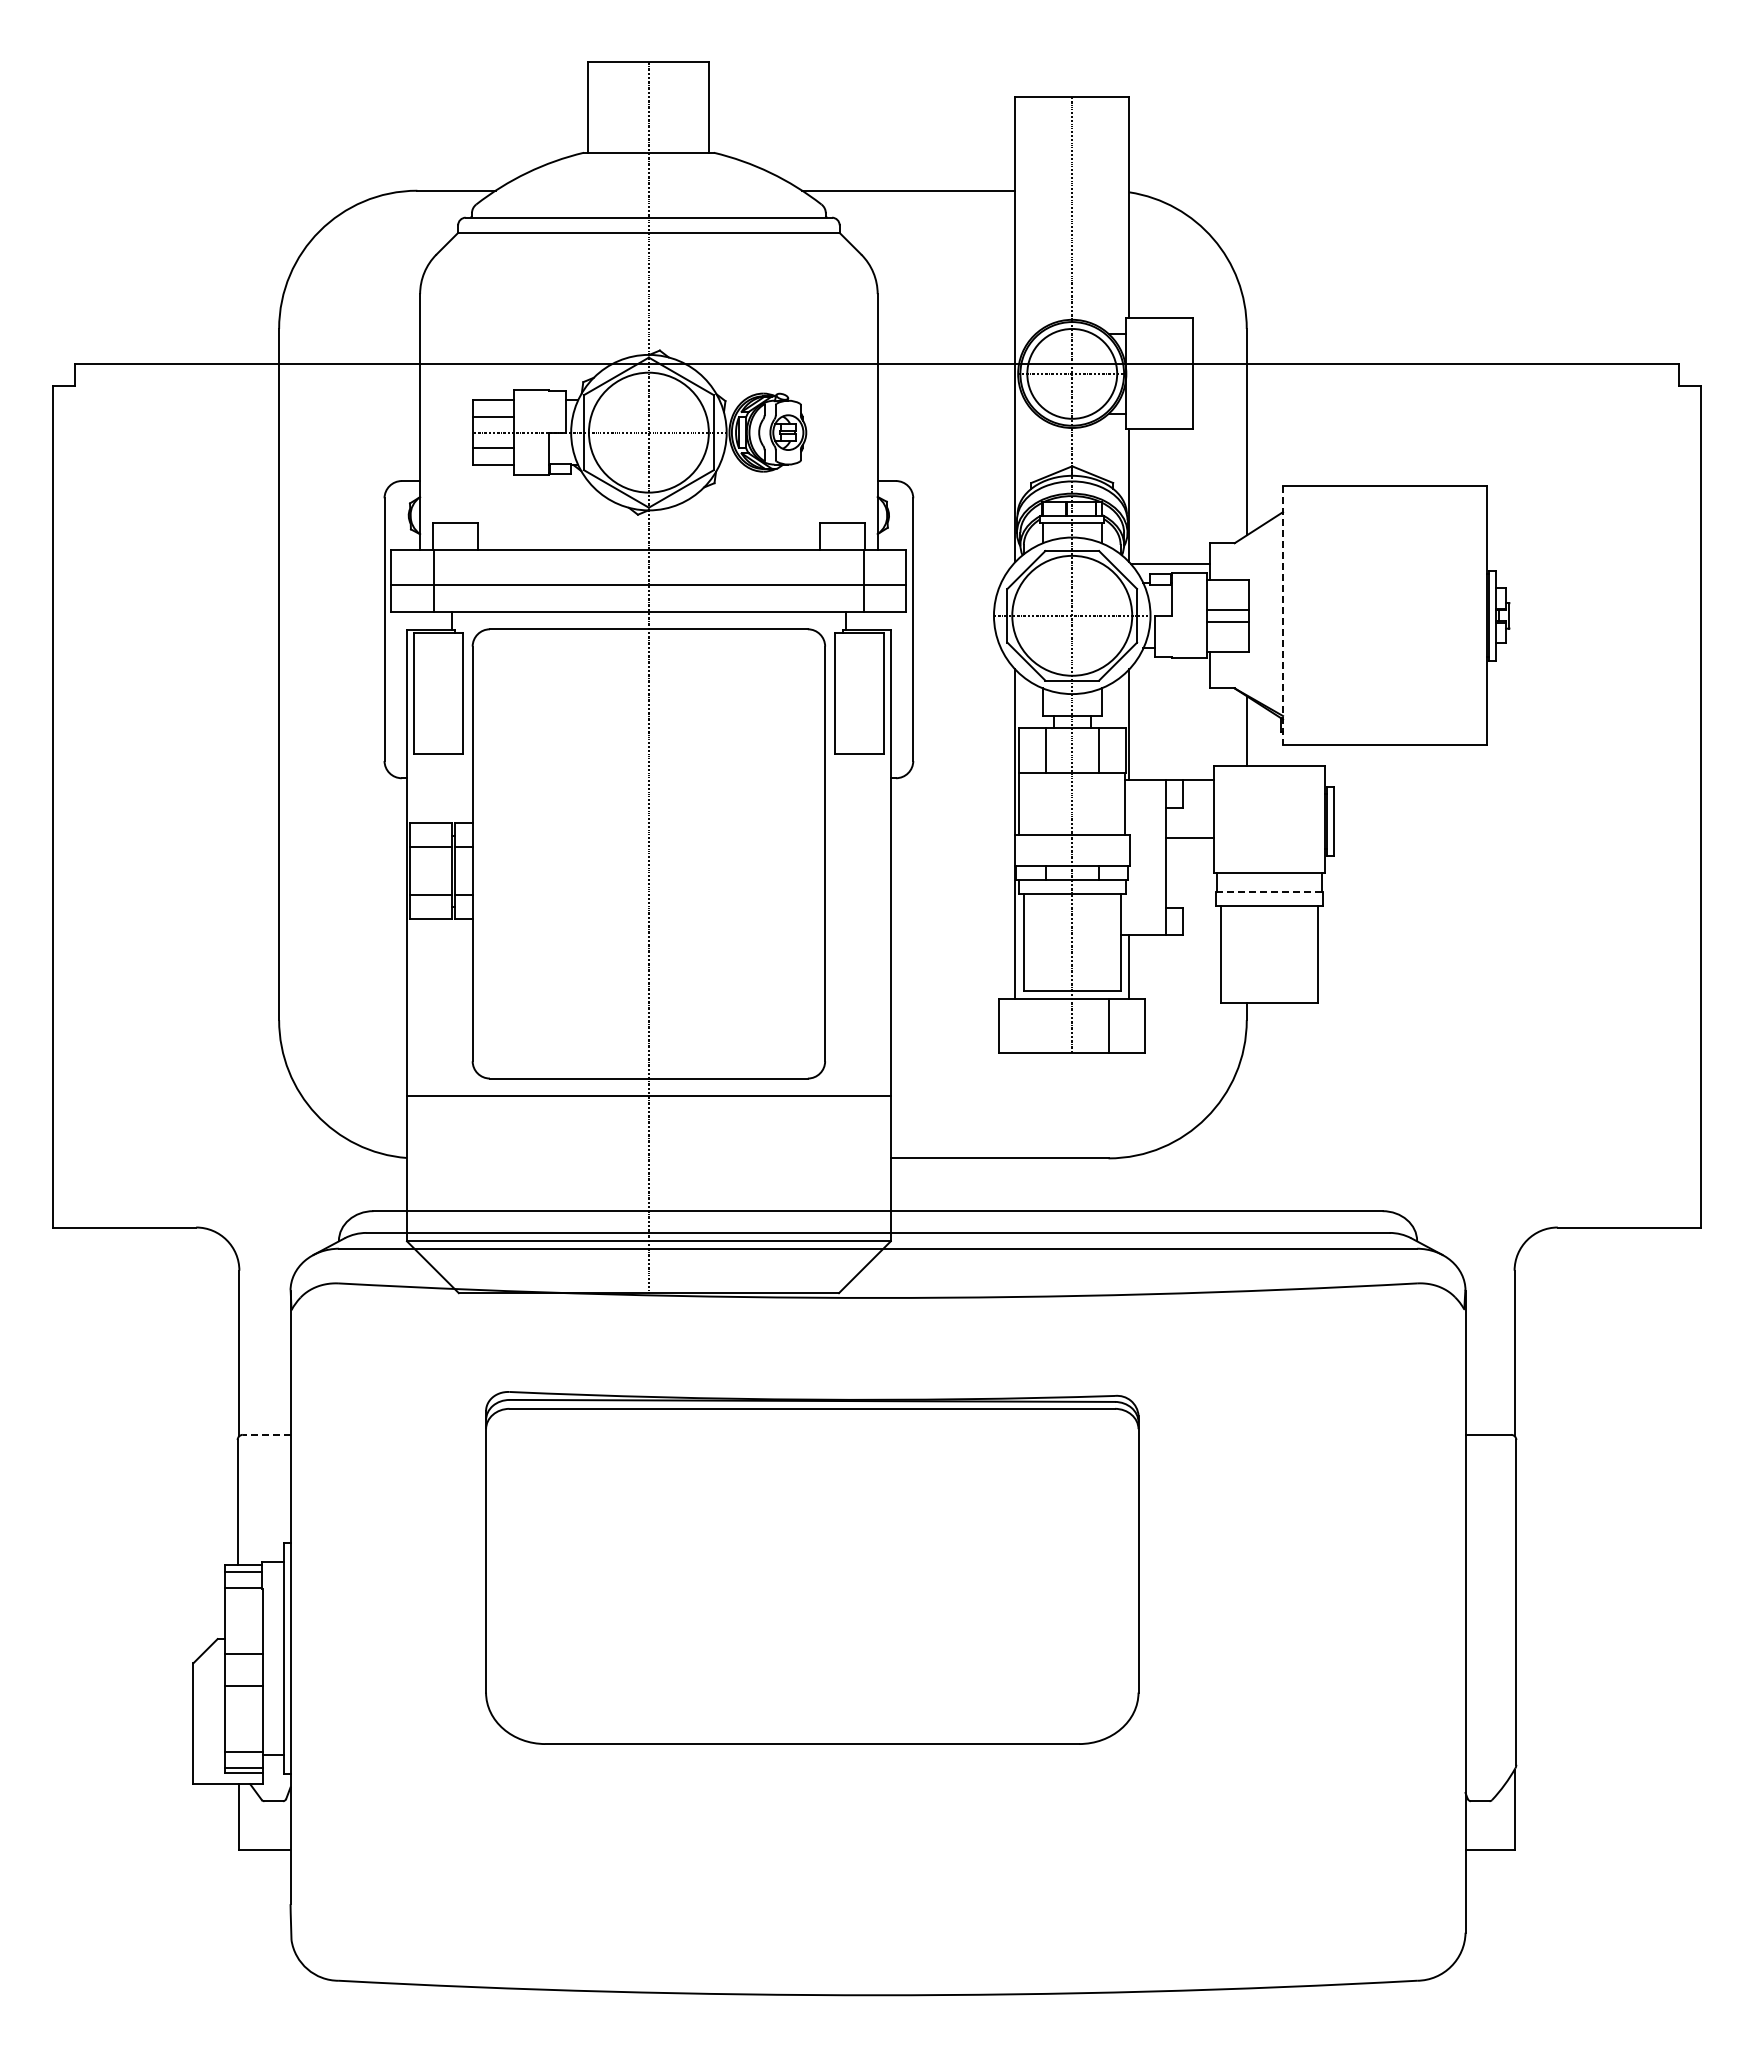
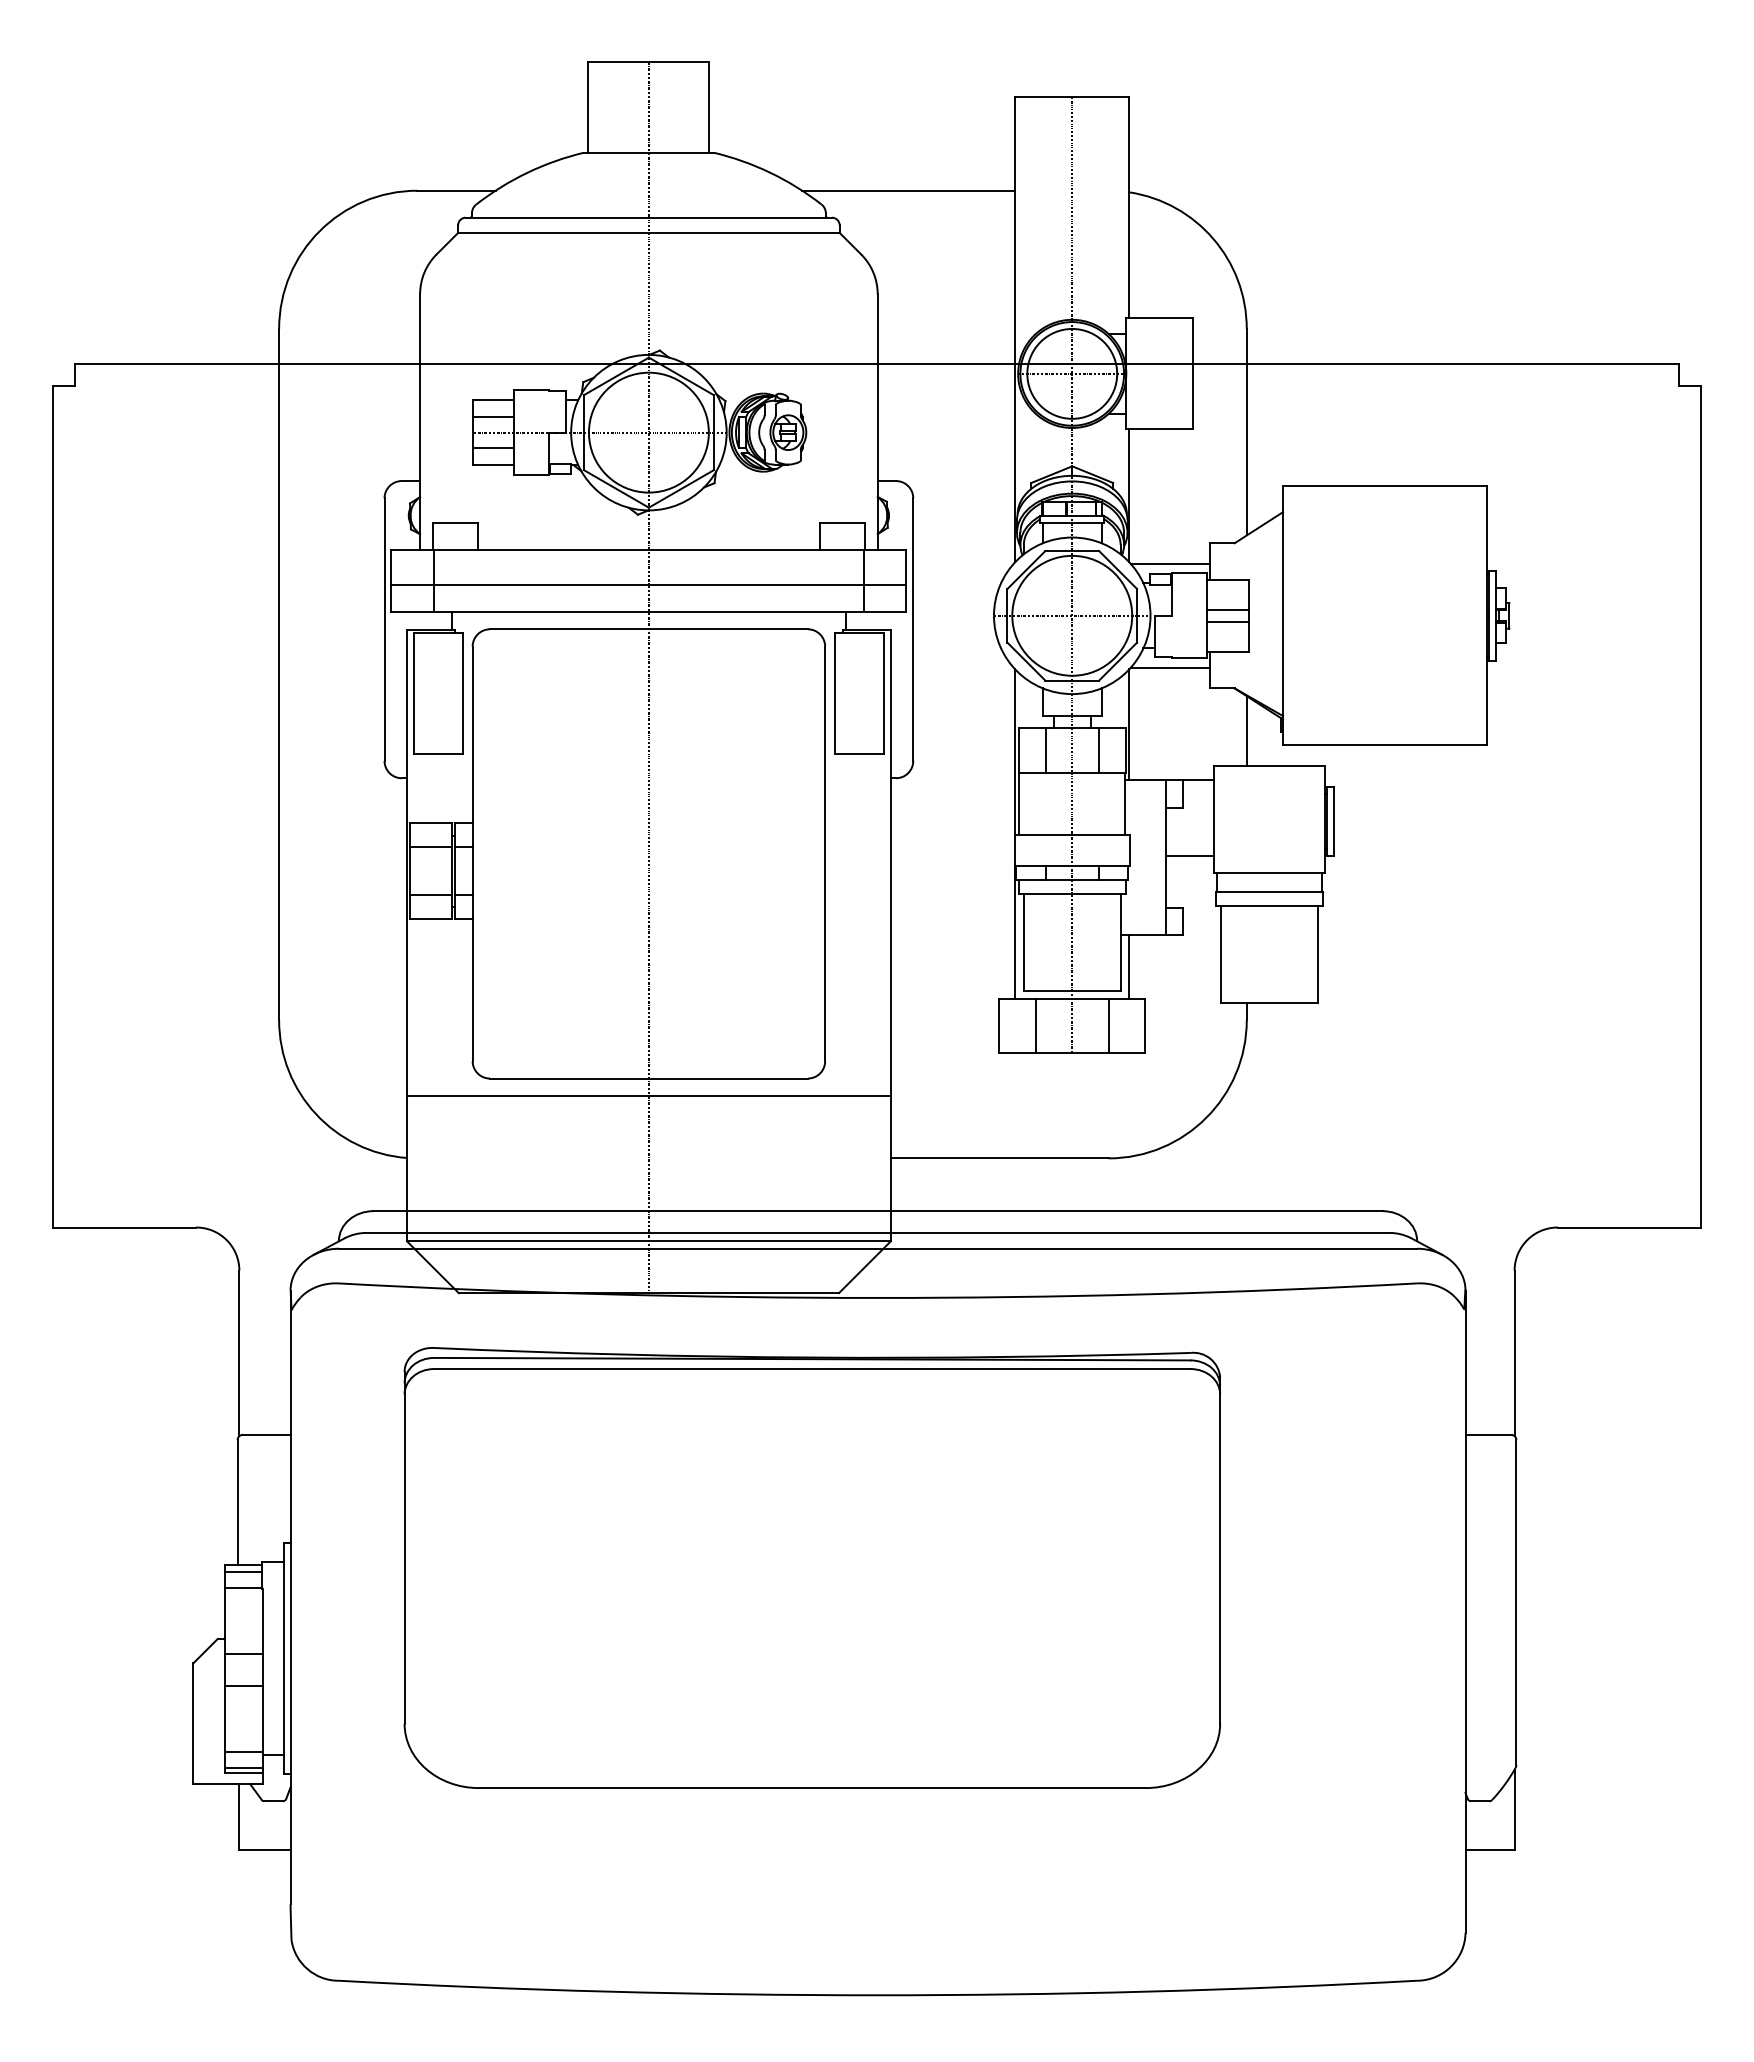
line at (1283, 615): dashed -> solid
line at (1170, 667): none -> present
line at (1189, 838) position: (1189, 838) -> (1189, 856)
line at (1270, 892): dashed -> solid
line at (1035, 1025): none -> present
line at (266, 1434): dashed -> solid
part at (812, 1567) size: 655x354 px -> 818x442 px
